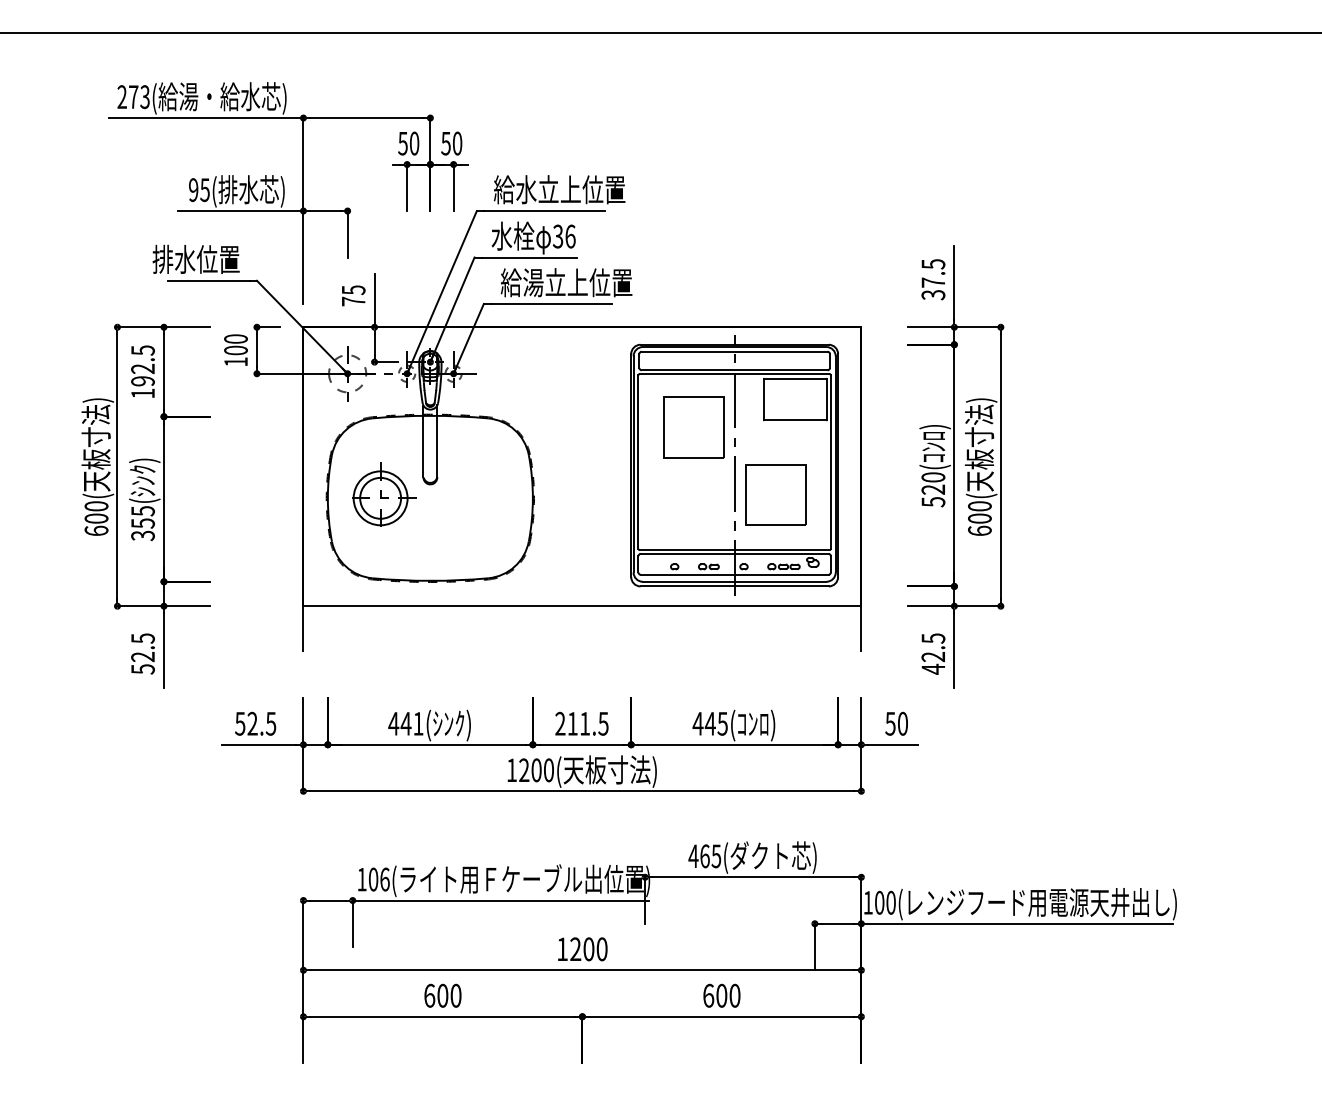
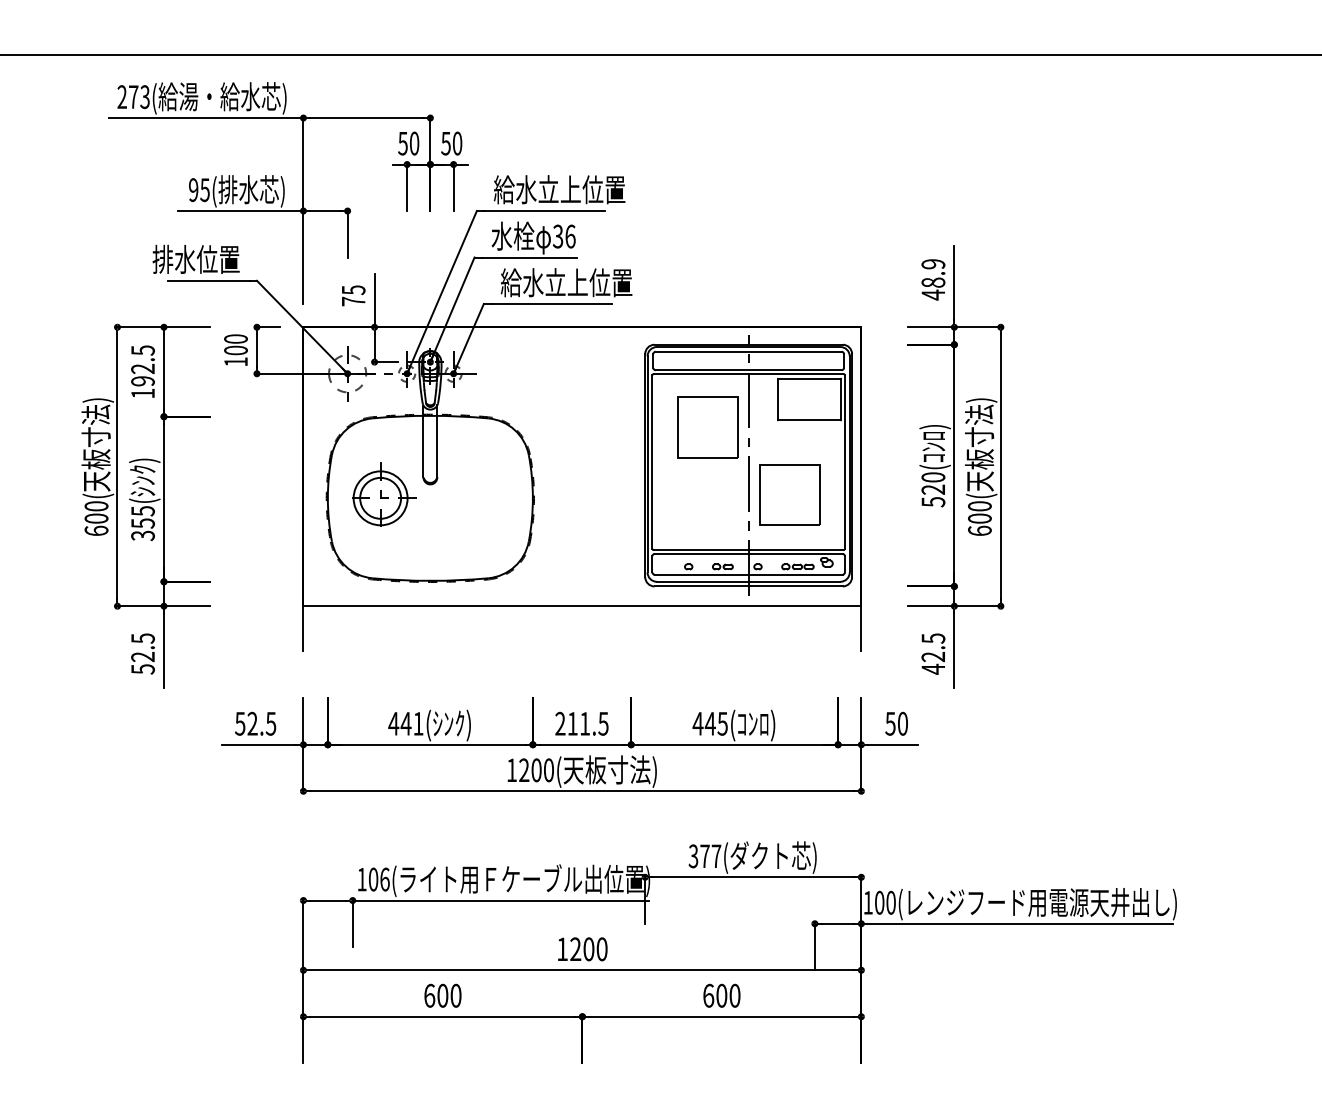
line at (660, 32) position: (660, 32) -> (660, 54)
text at (933, 279): 37.5 -> 48.9
text at (533, 282): 給湯立上位置 -> 給水立上位置
part at (734, 465) position: (734, 465) -> (748, 465)
text at (704, 856): 465( -> 377(
